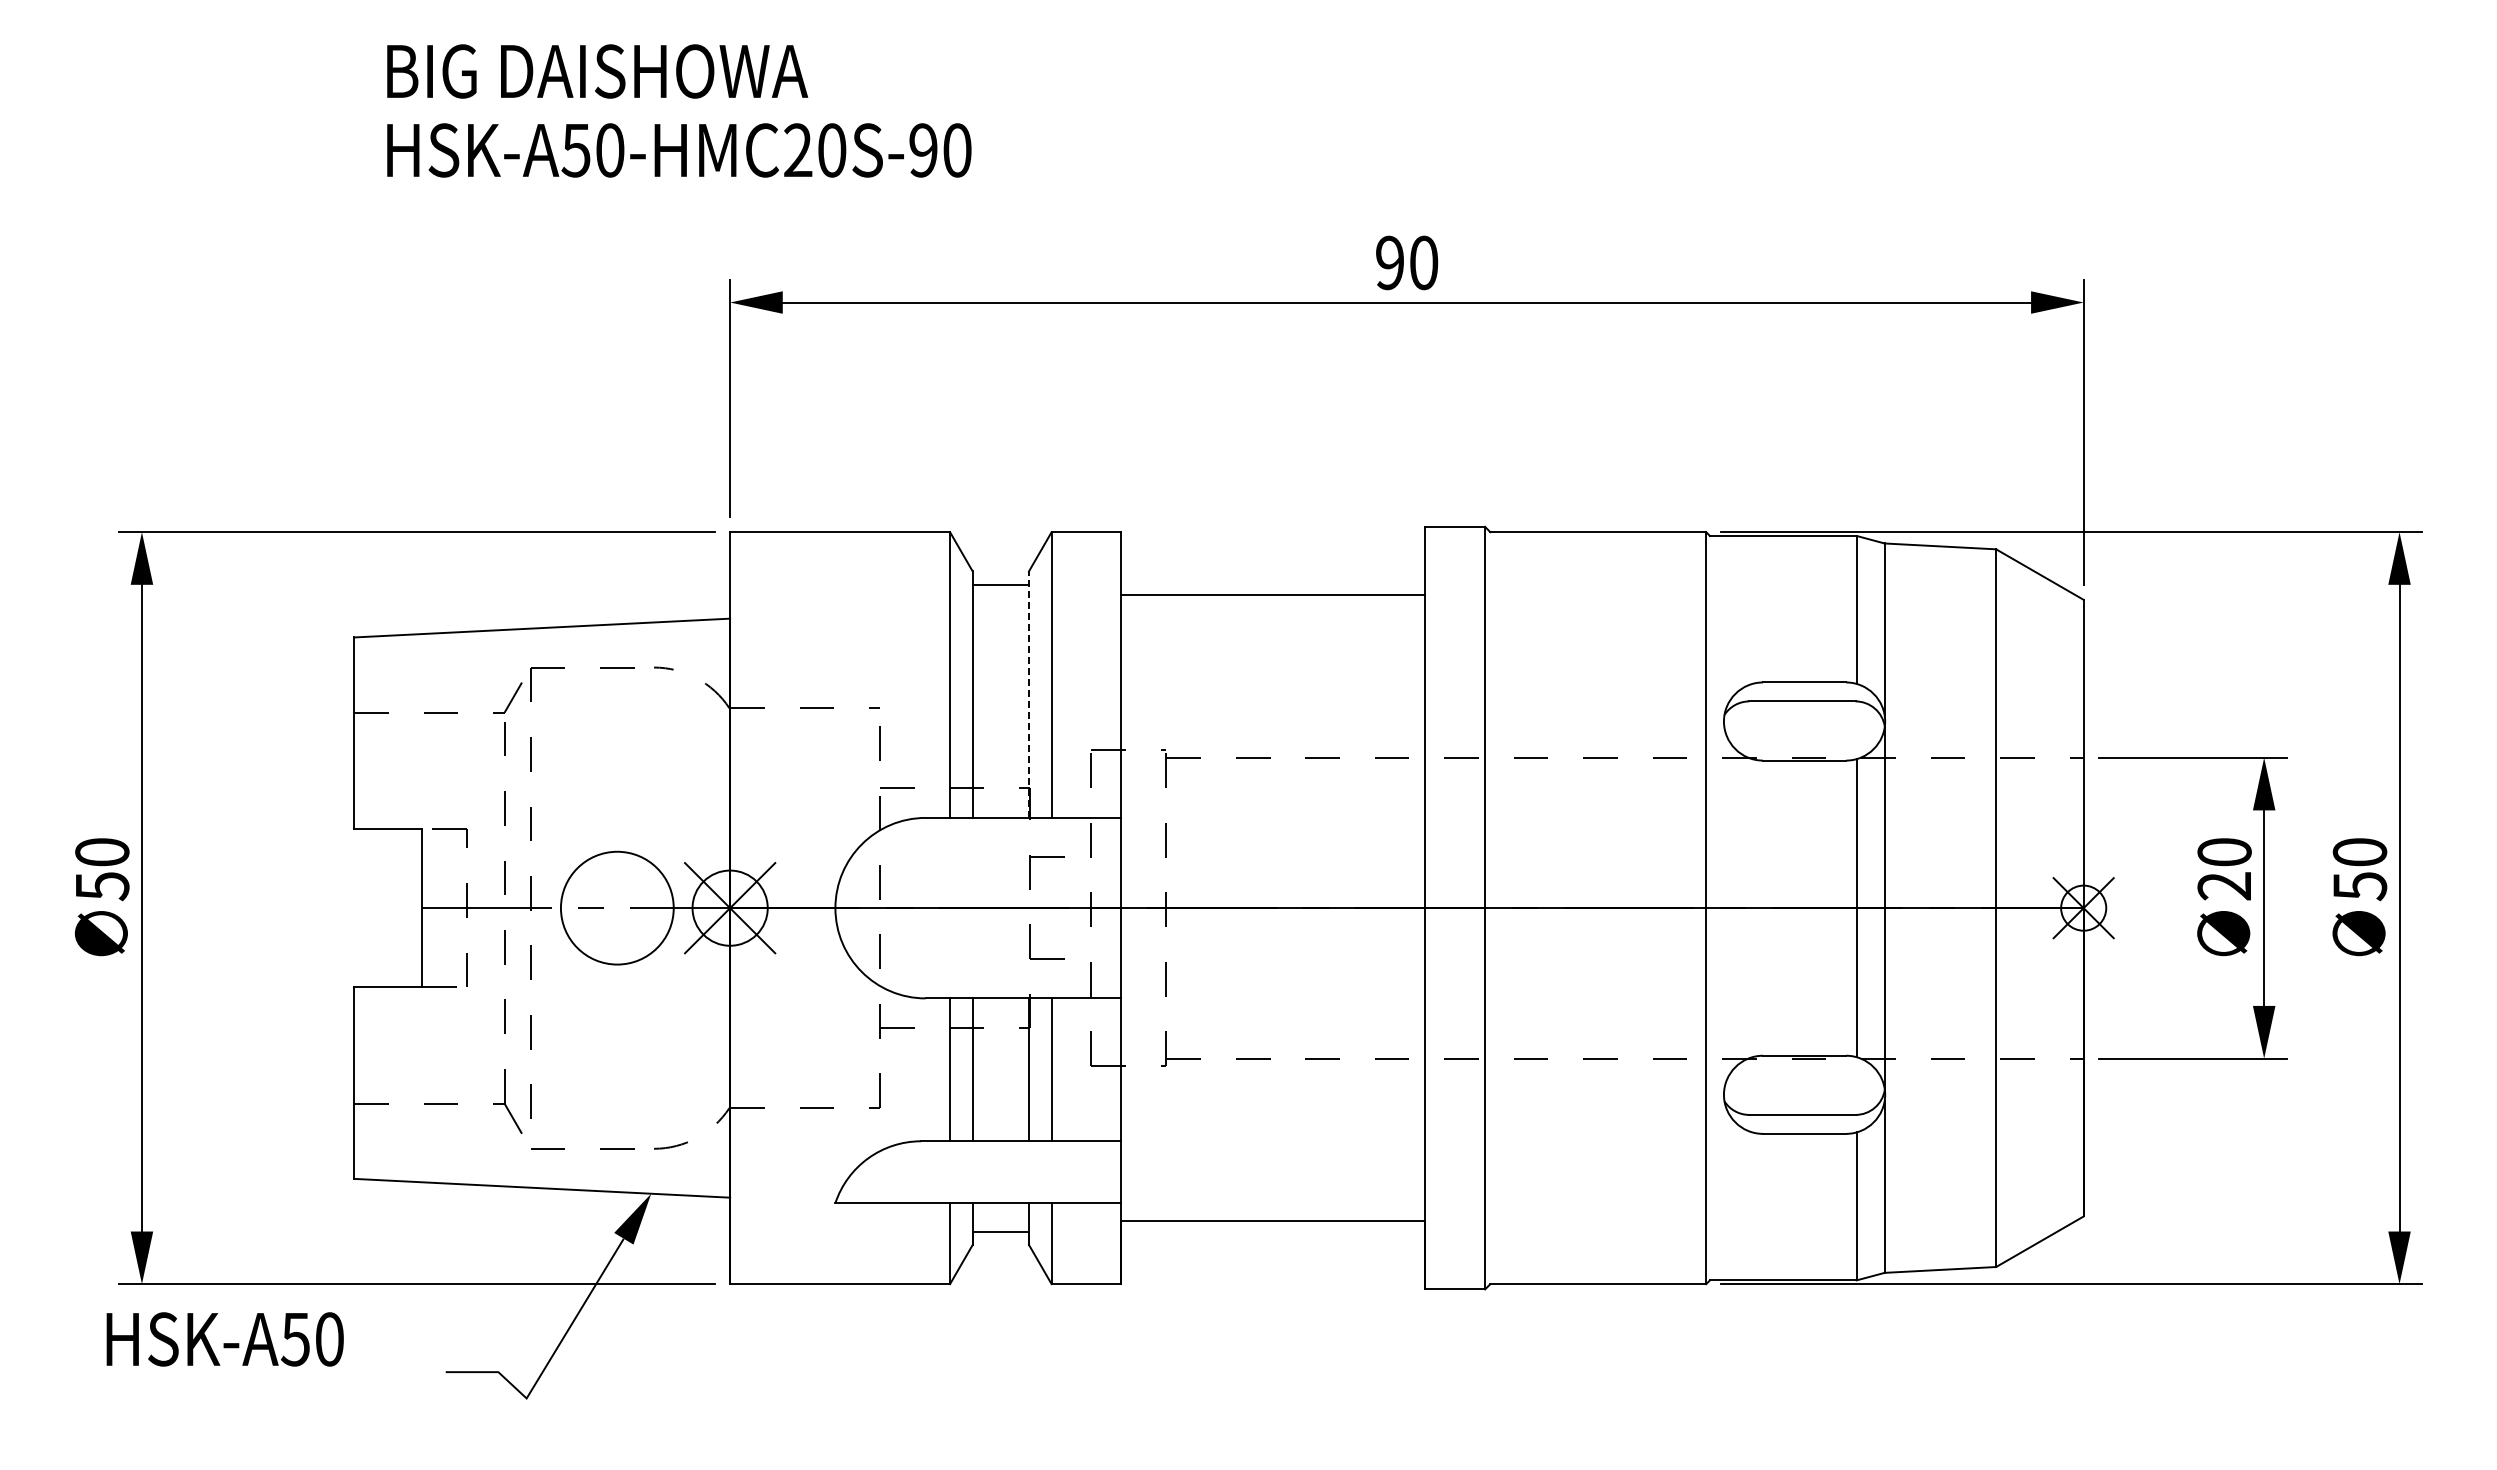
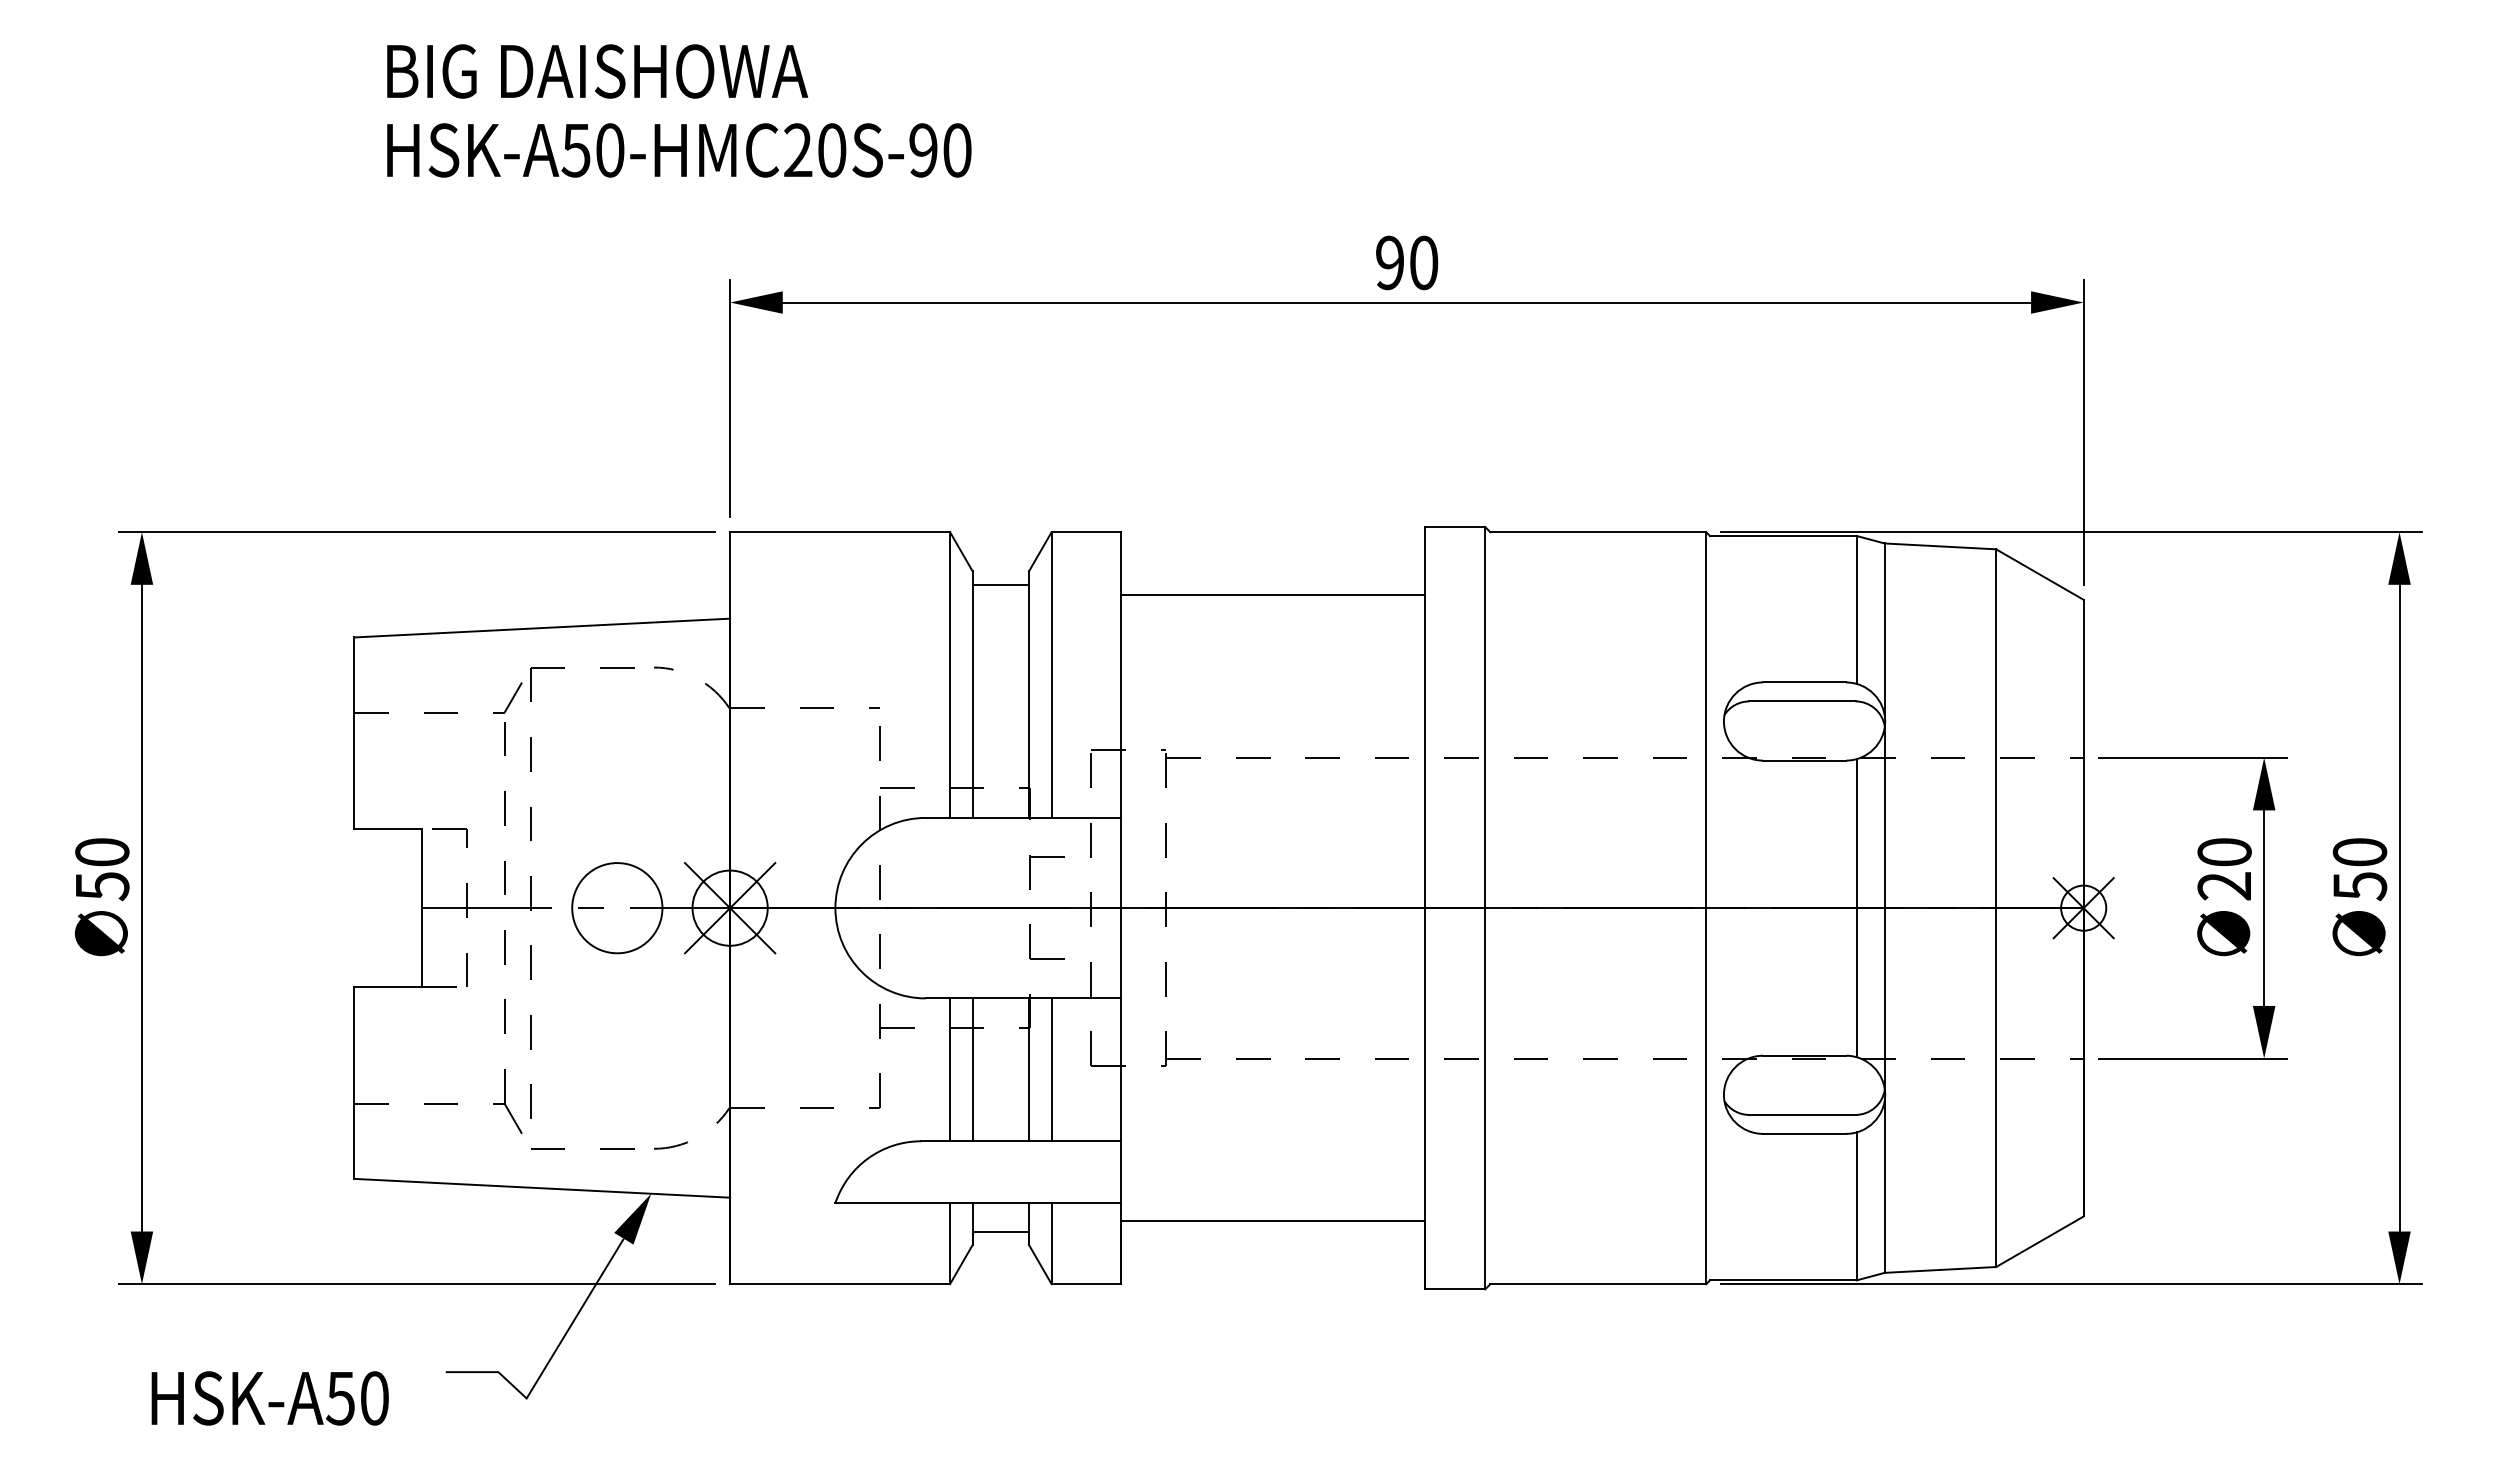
line at (1029, 694): dashed -> solid
circle at (616, 907) diameter: 113 px -> 90 px
text at (224, 1339) position: (224, 1339) -> (269, 1398)
